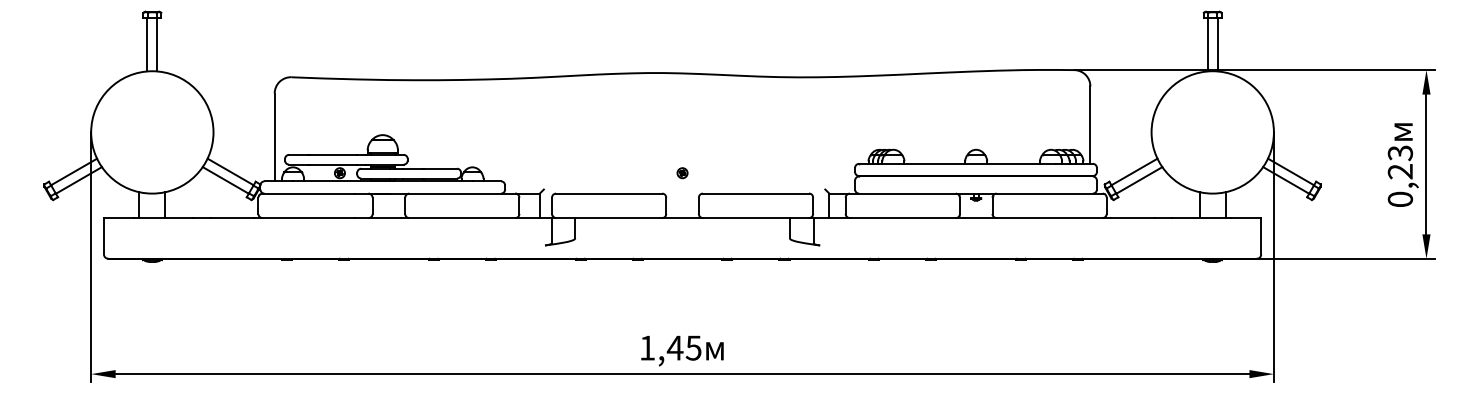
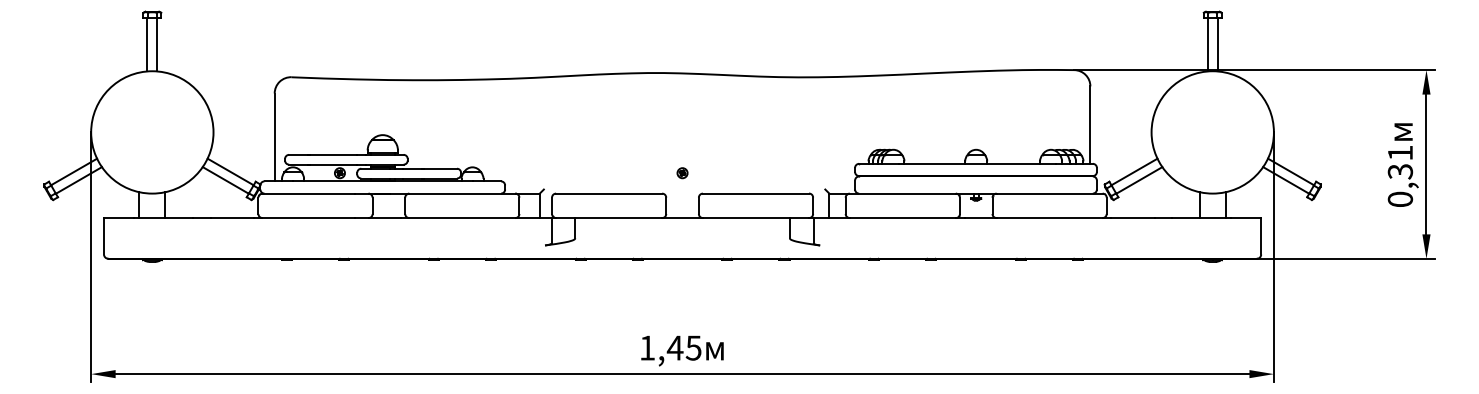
text at (1400, 162): 0,23 -> 0,31
